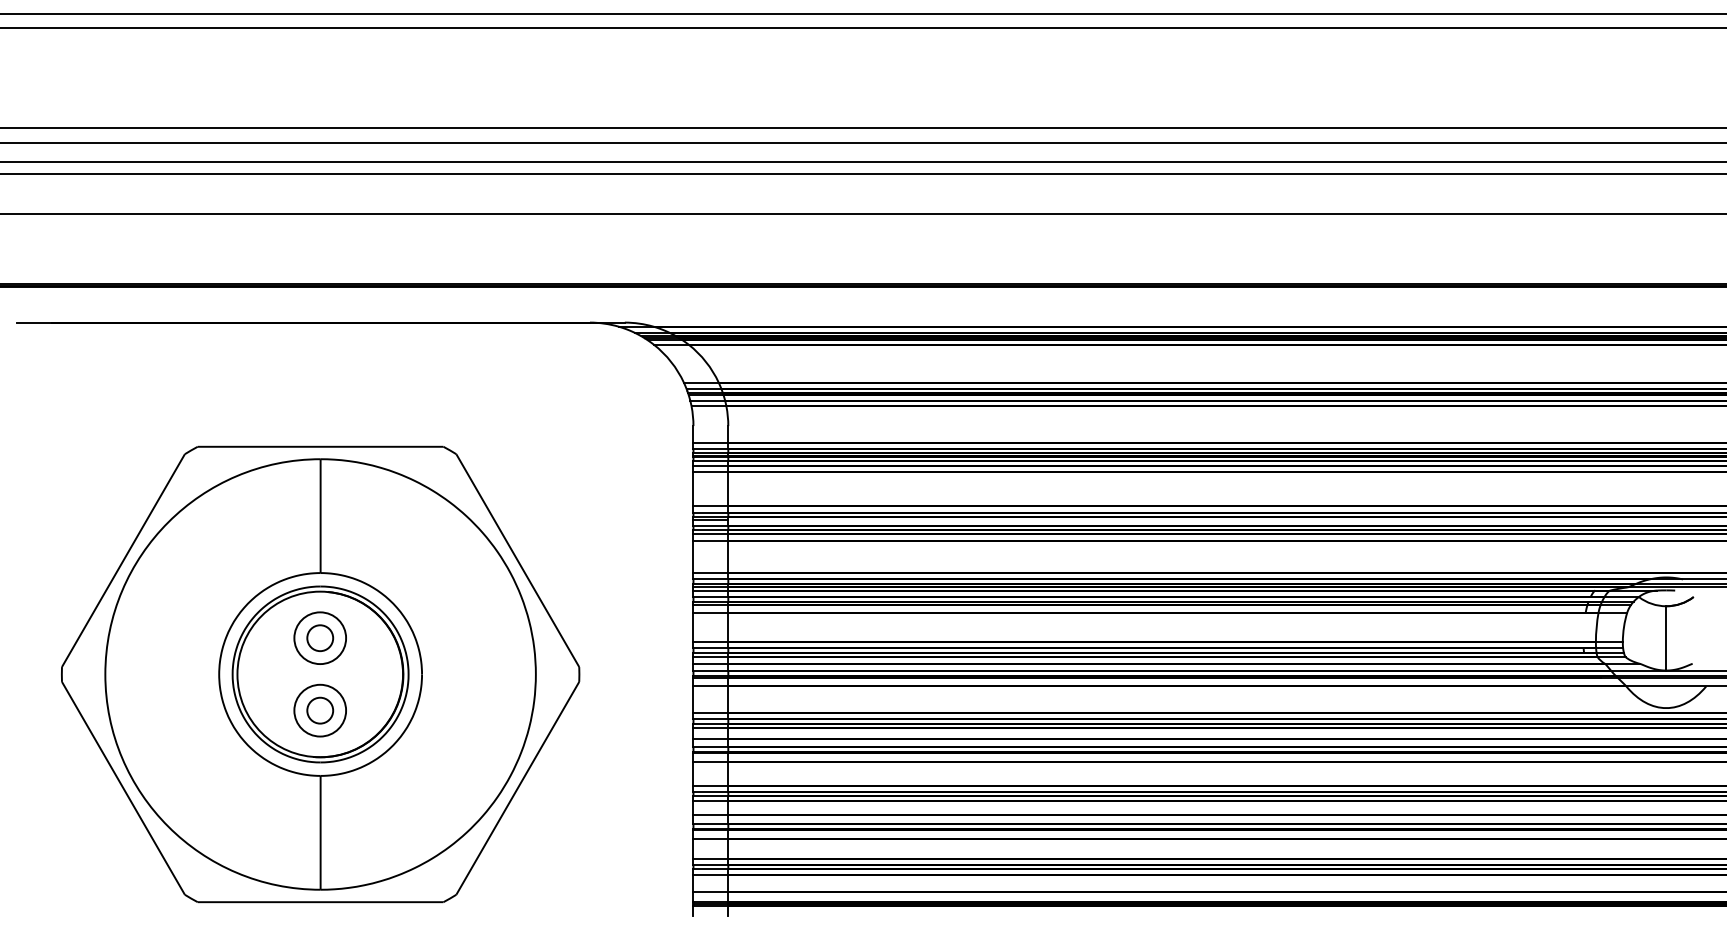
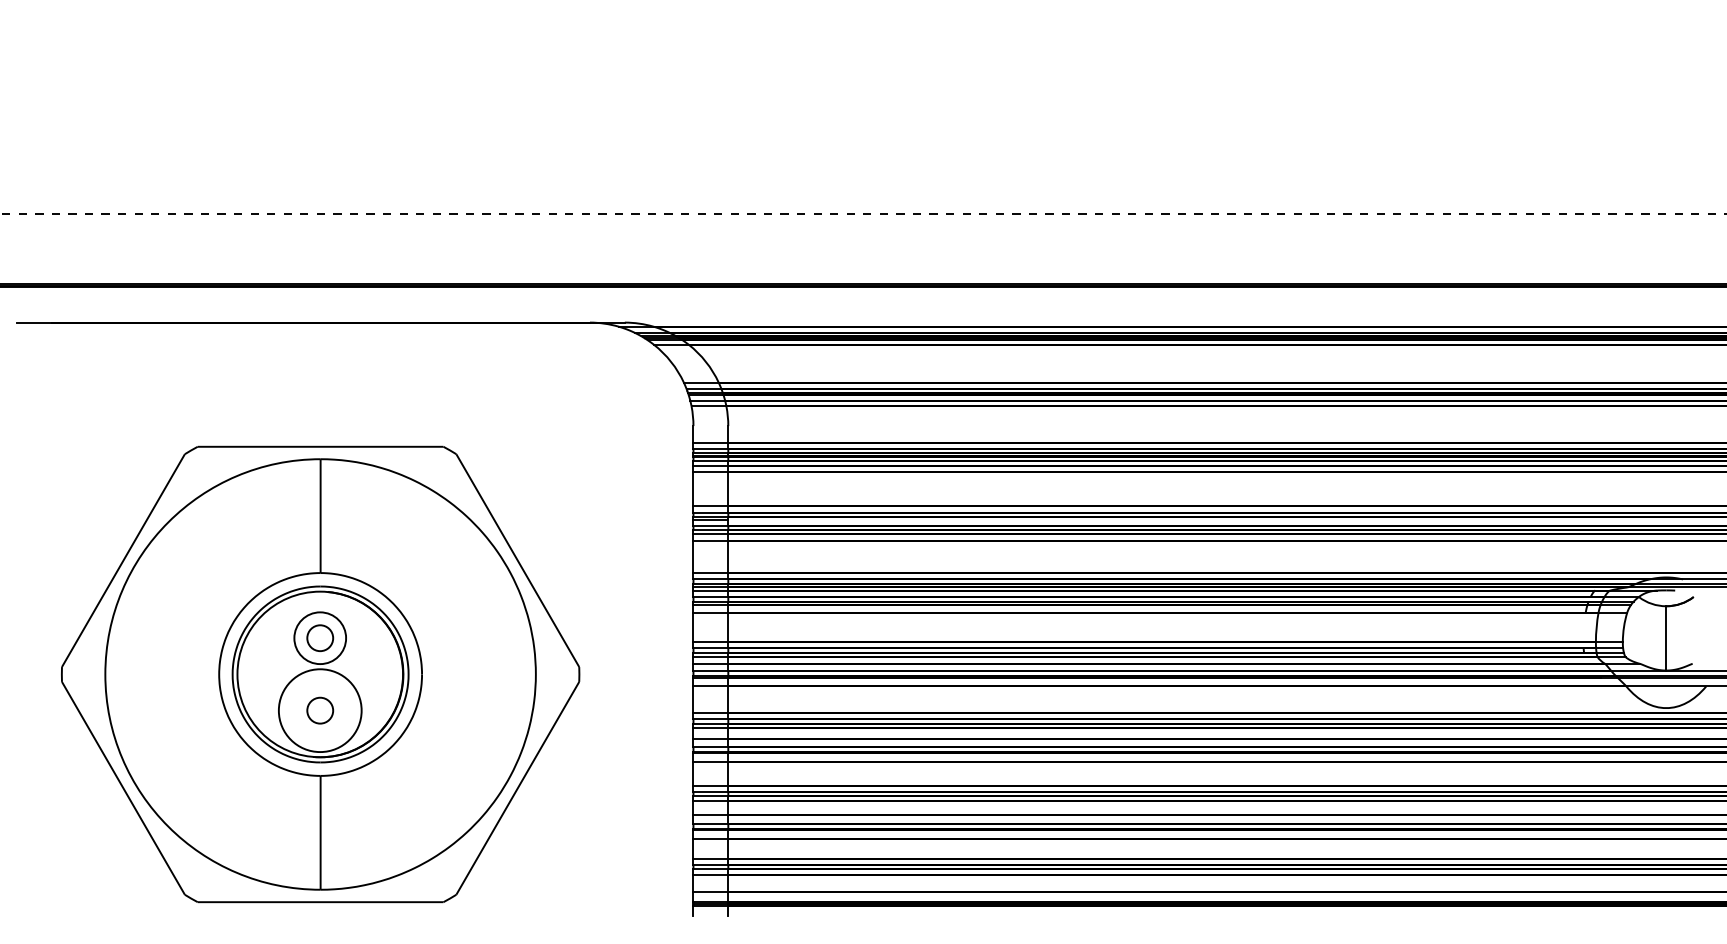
line at (862, 13): present -> none
line at (862, 28): present -> none
line at (862, 127): present -> none
line at (862, 143): present -> none
line at (862, 161): present -> none
line at (862, 174): present -> none
line at (862, 213): solid -> dashed
circle at (320, 710) diameter: 52 px -> 83 px
